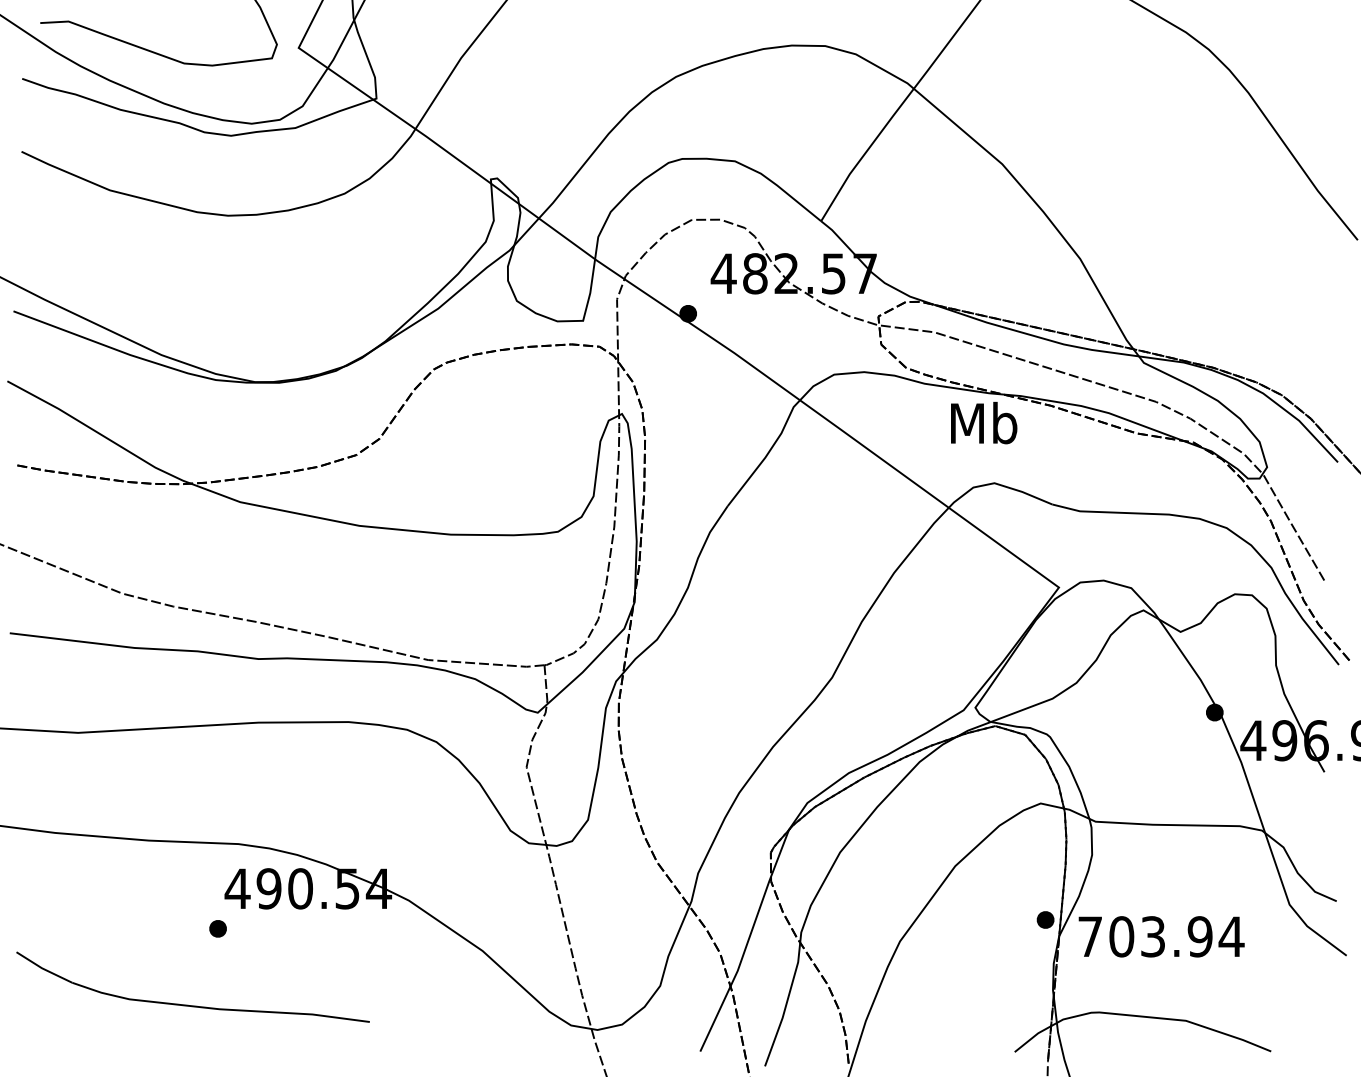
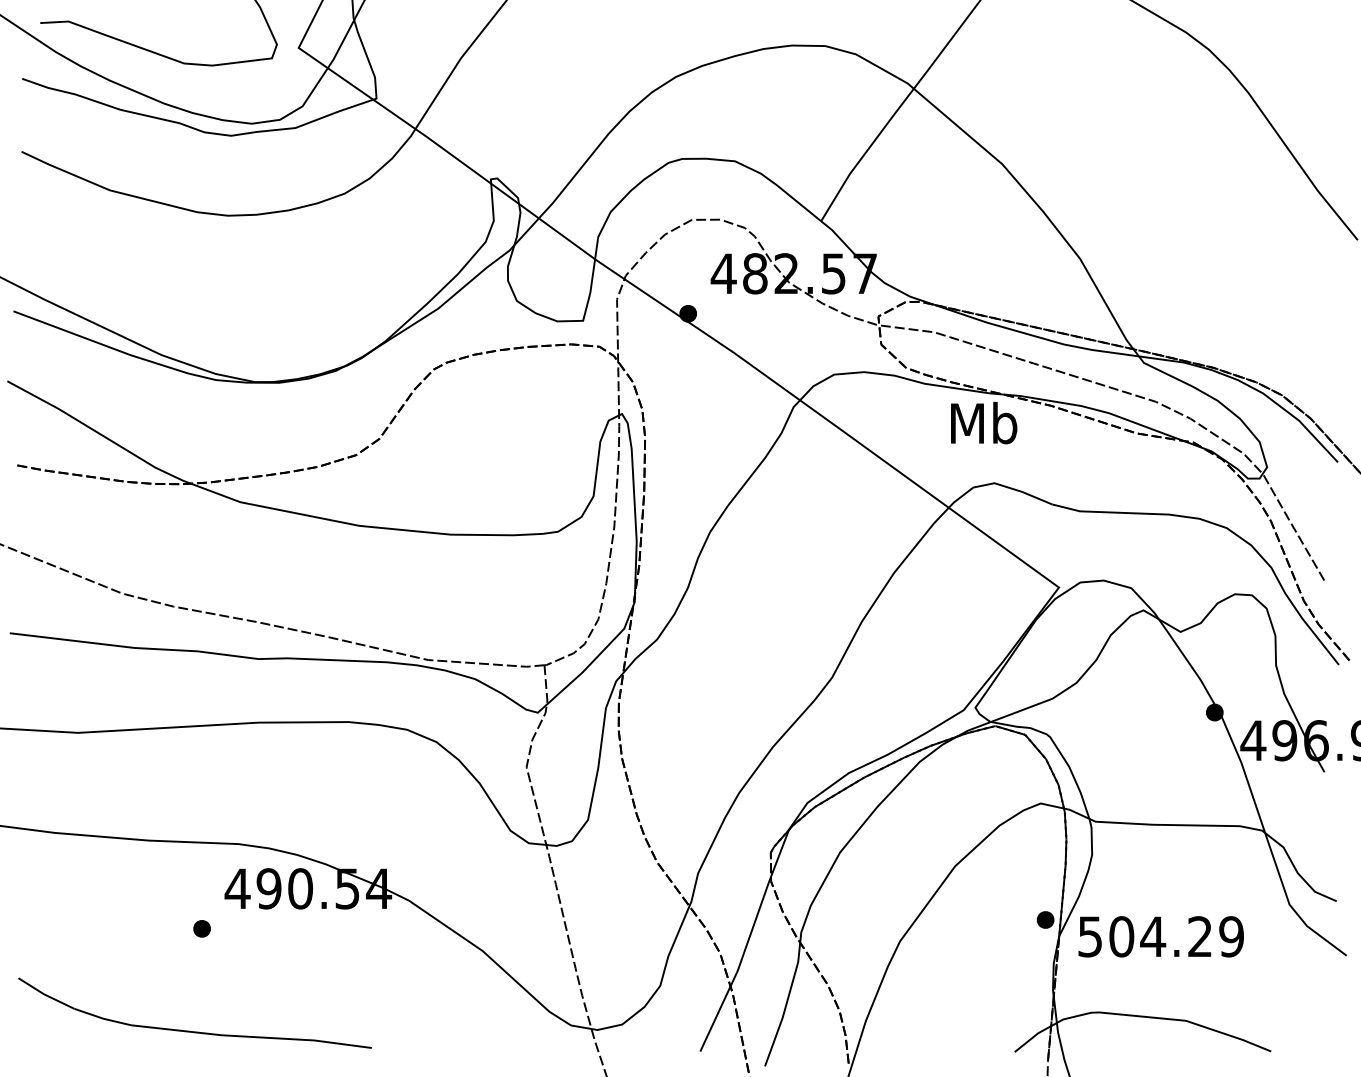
part at (217, 928) position: (217, 928) -> (201, 928)
text at (1161, 936): 703.94 -> 504.29
part at (188, 1004) position: (188, 1004) -> (190, 1030)
